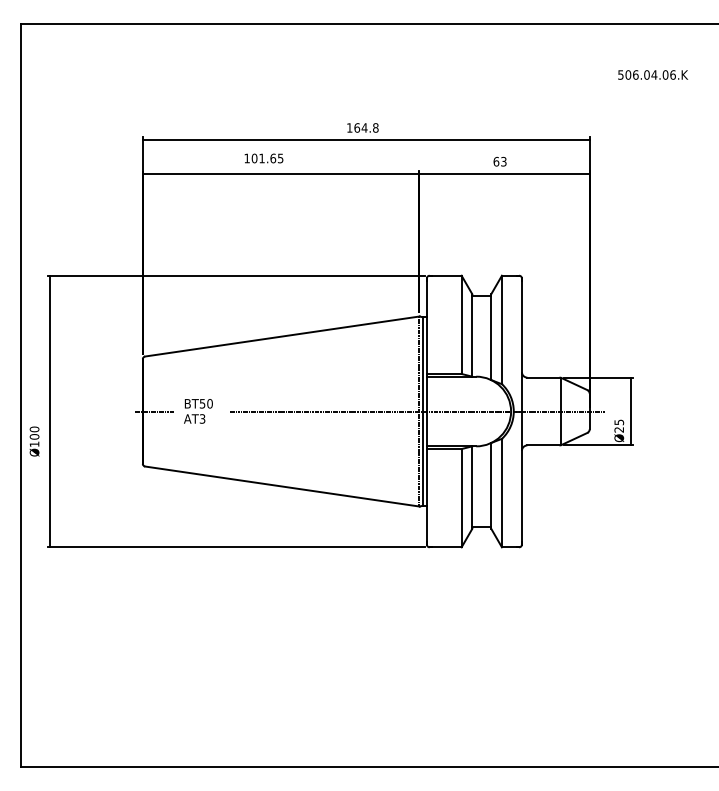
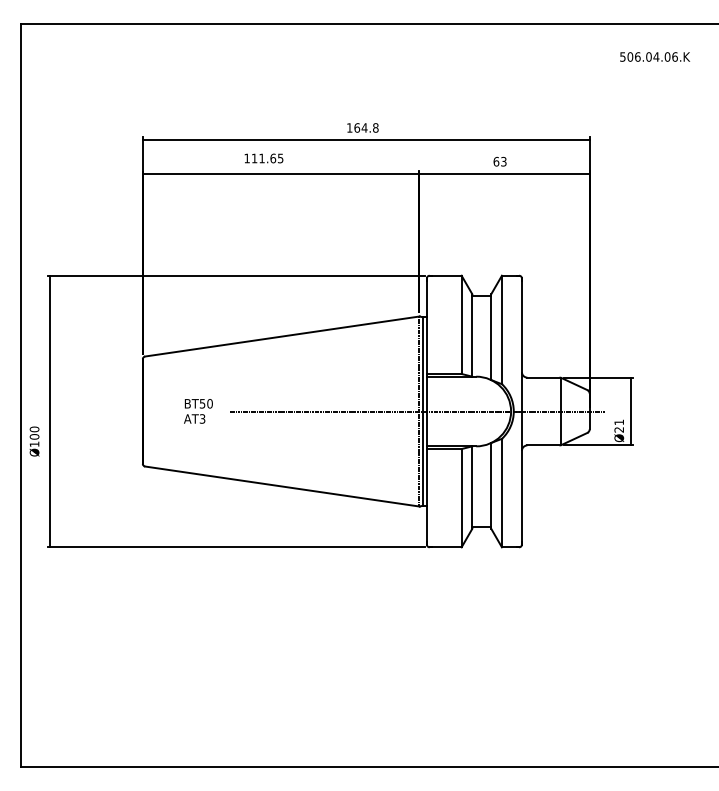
text at (652, 74) position: (652, 74) -> (654, 56)
text at (254, 158): 101.65 -> 111.65
line at (154, 411): present -> none
text at (619, 422): Ø25 -> Ø21
